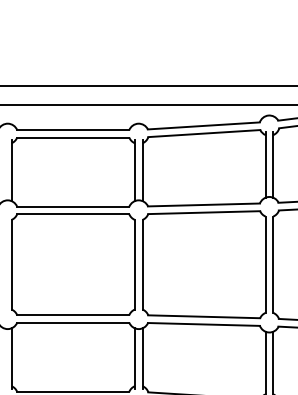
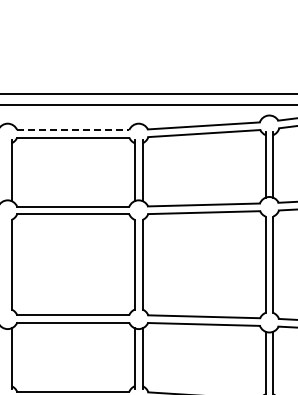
line at (148, 86) position: (148, 86) -> (148, 94)
line at (73, 130): solid -> dashed
